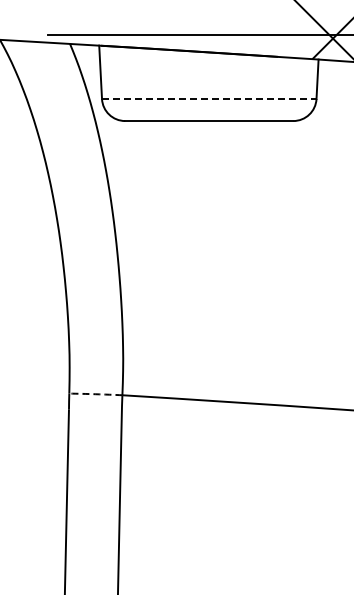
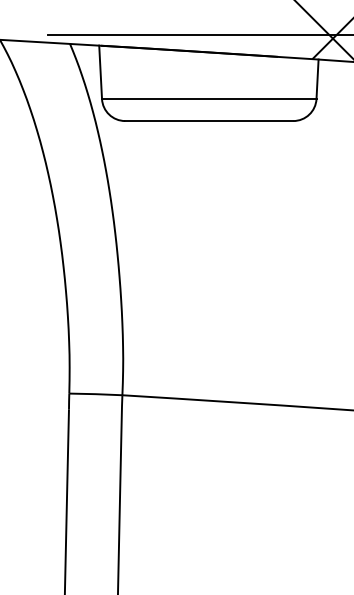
line at (209, 99): dashed -> solid
arc at (95, 394): dashed -> solid
